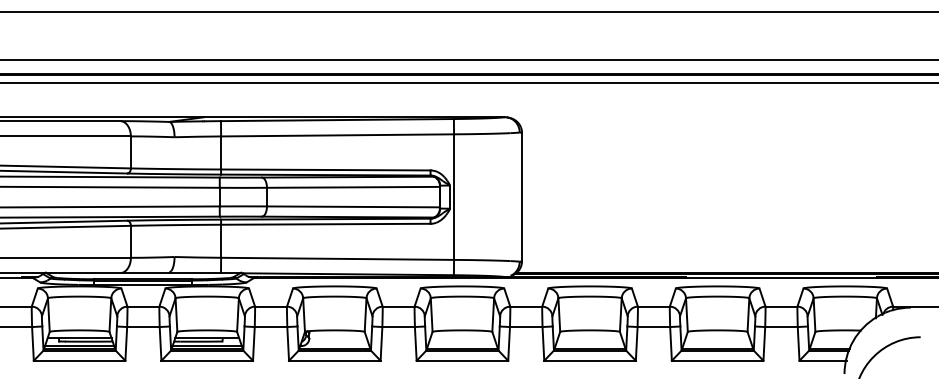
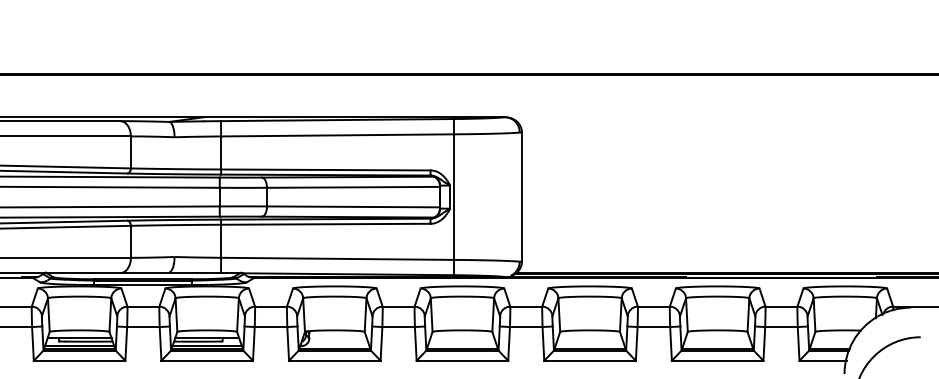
line at (468, 11): present -> none
line at (468, 60): present -> none
line at (468, 83): present -> none
